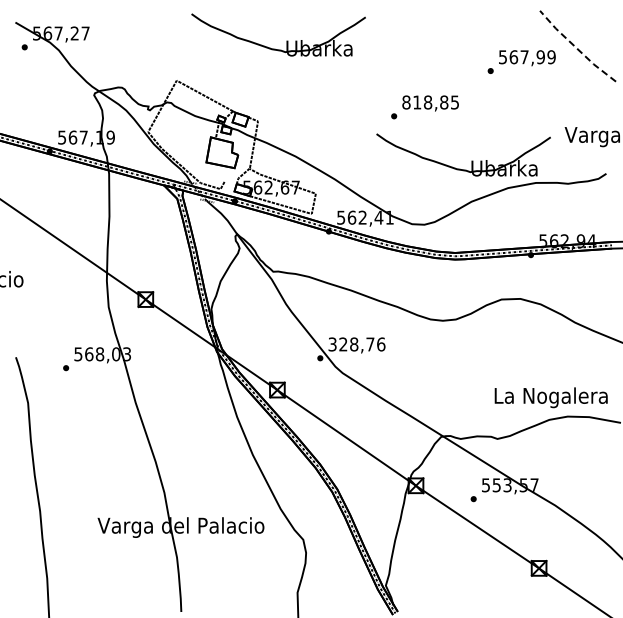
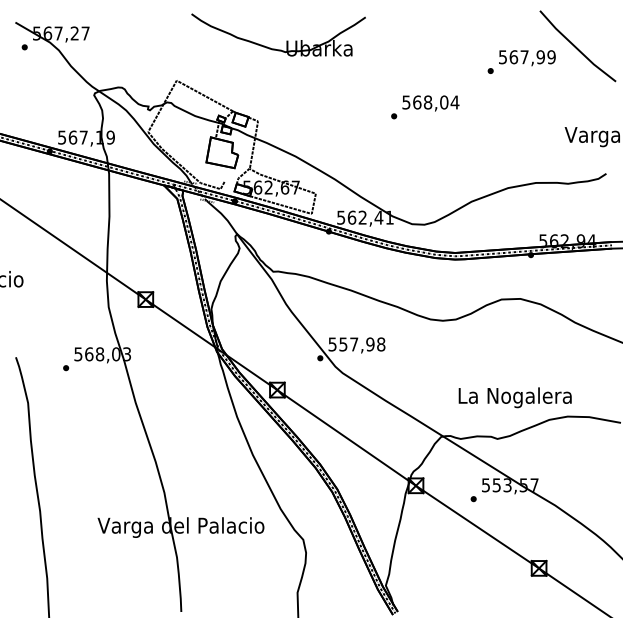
line at (576, 48): dashed -> solid
text at (430, 102): 818,85 -> 568,04
part at (471, 160): present -> none
text at (357, 344): 328,76 -> 557,98
text at (550, 397) position: (550, 397) -> (514, 397)
